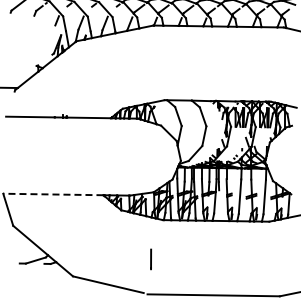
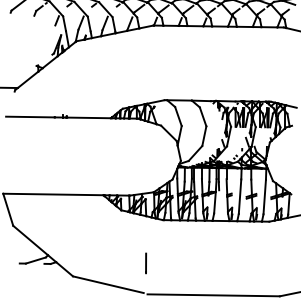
line at (52, 194): dashed -> solid
line at (150, 259) position: (150, 259) -> (145, 263)
